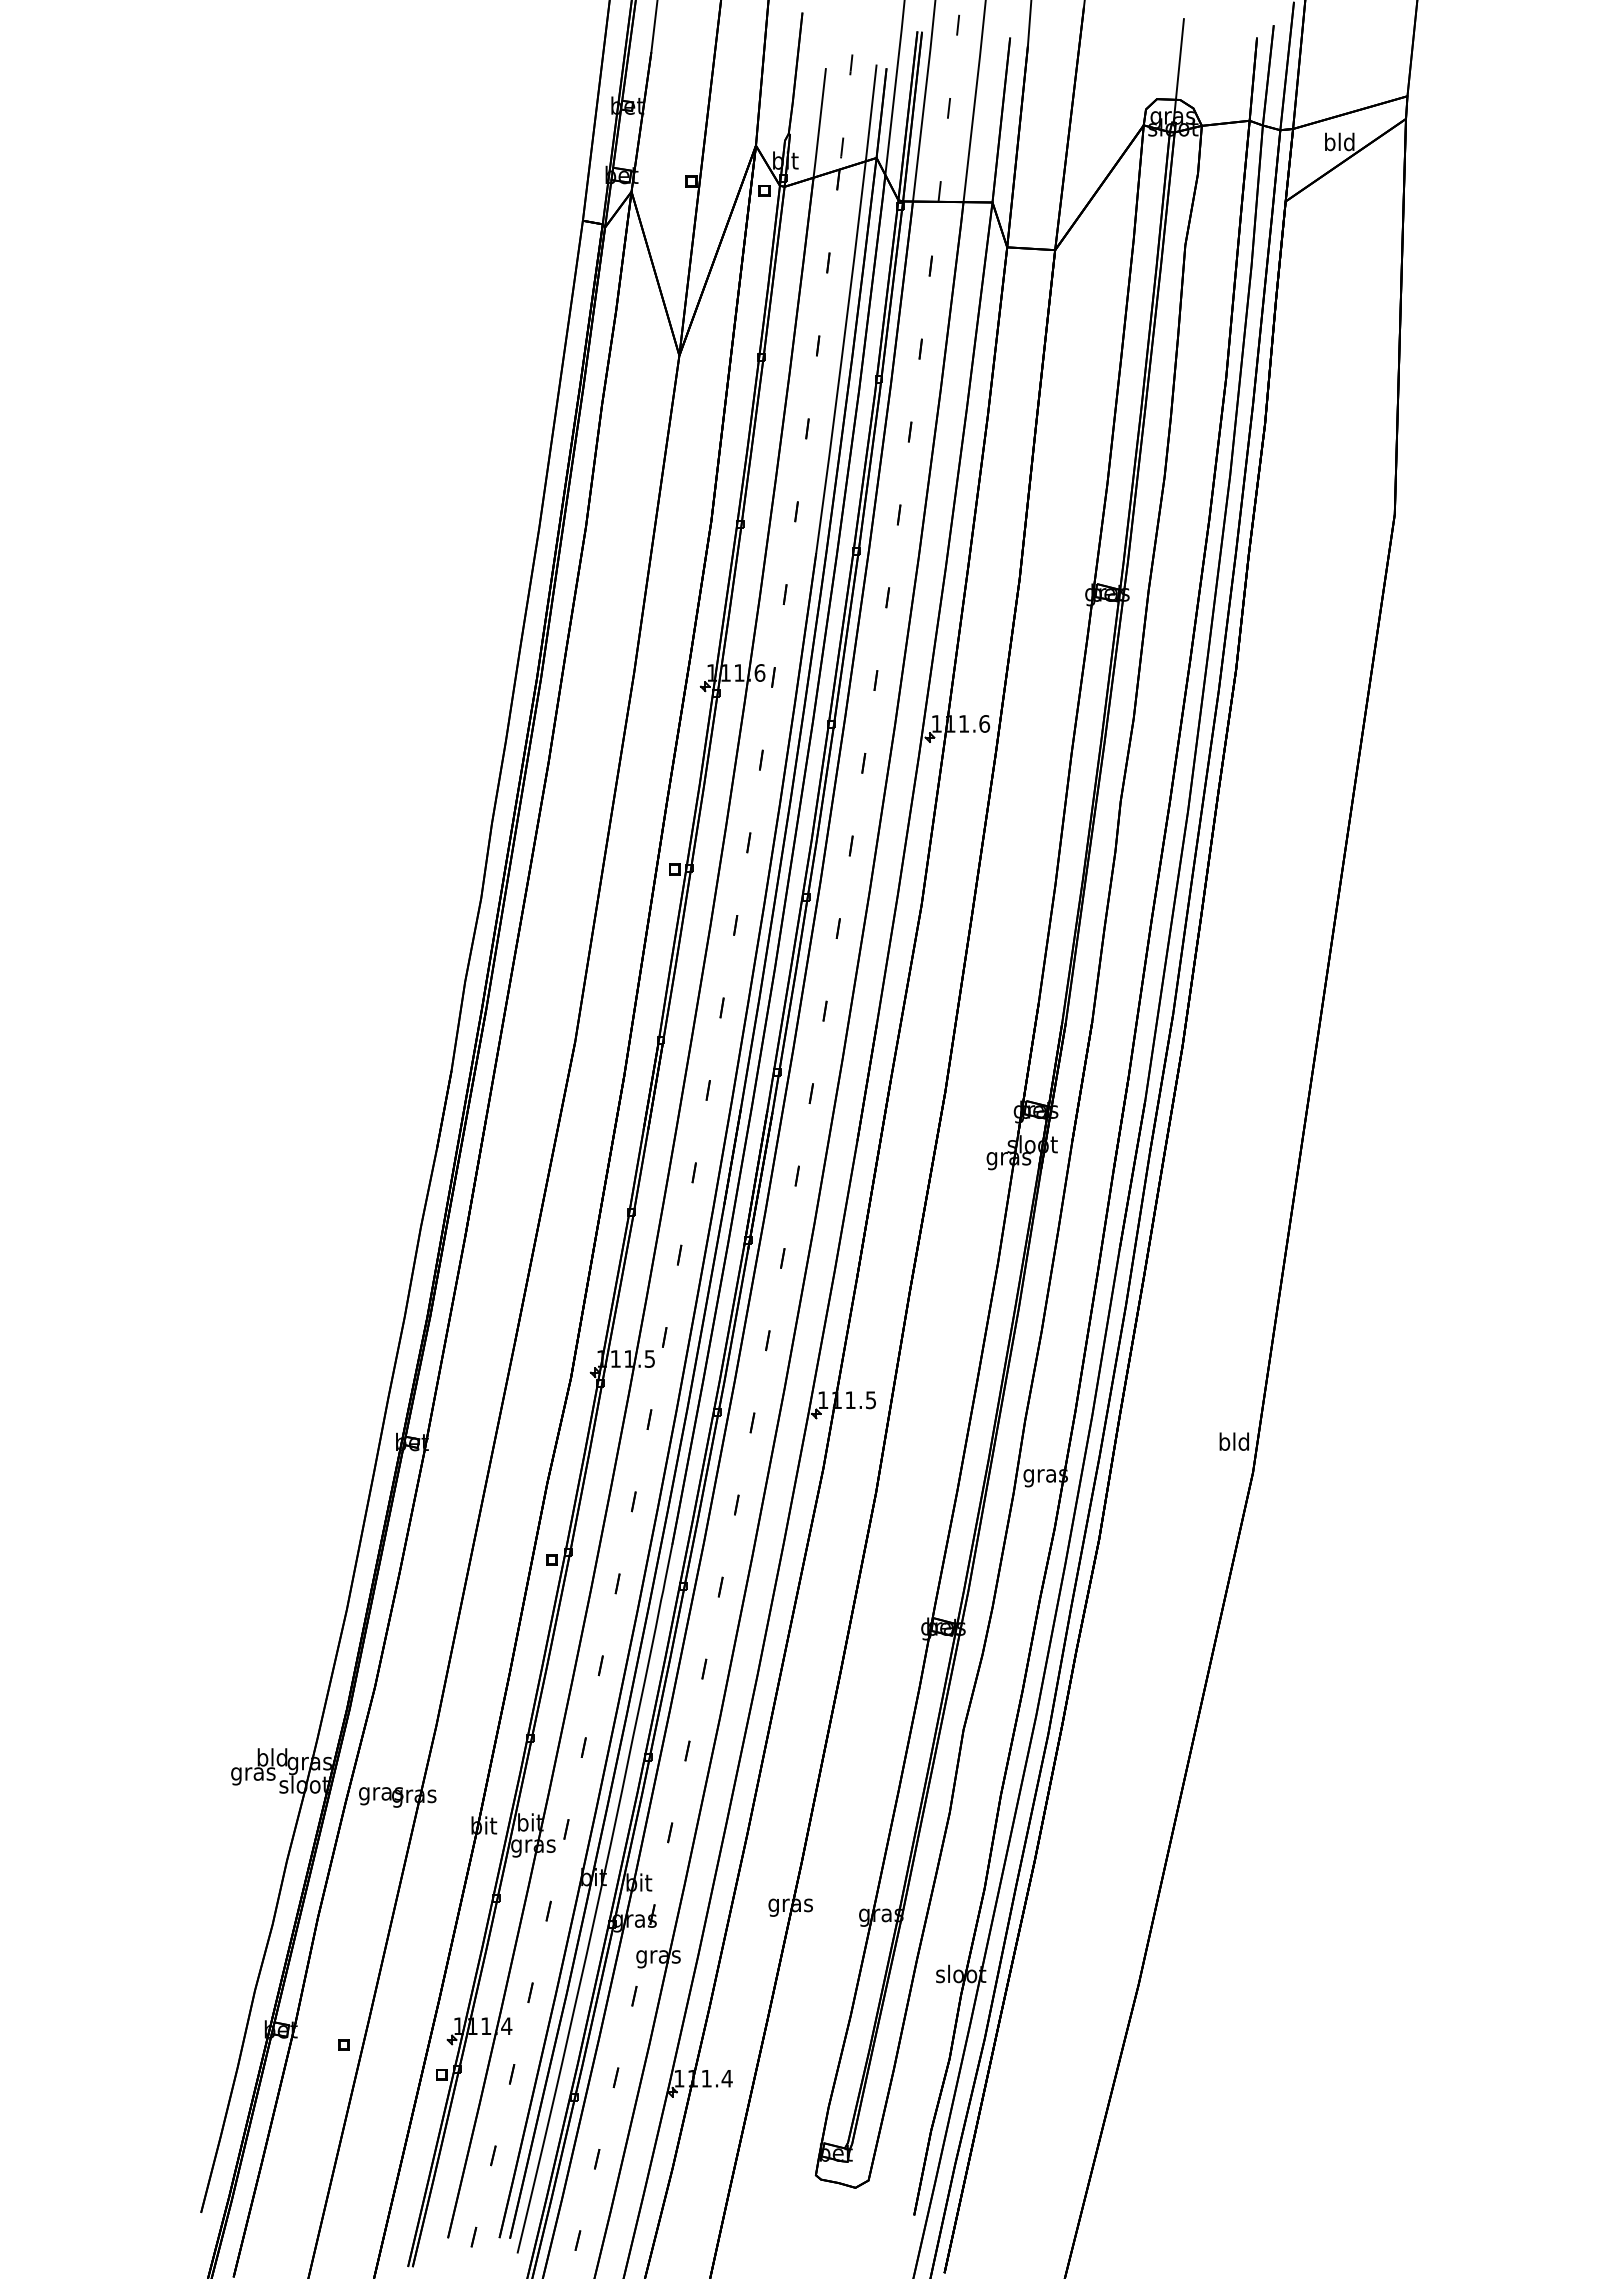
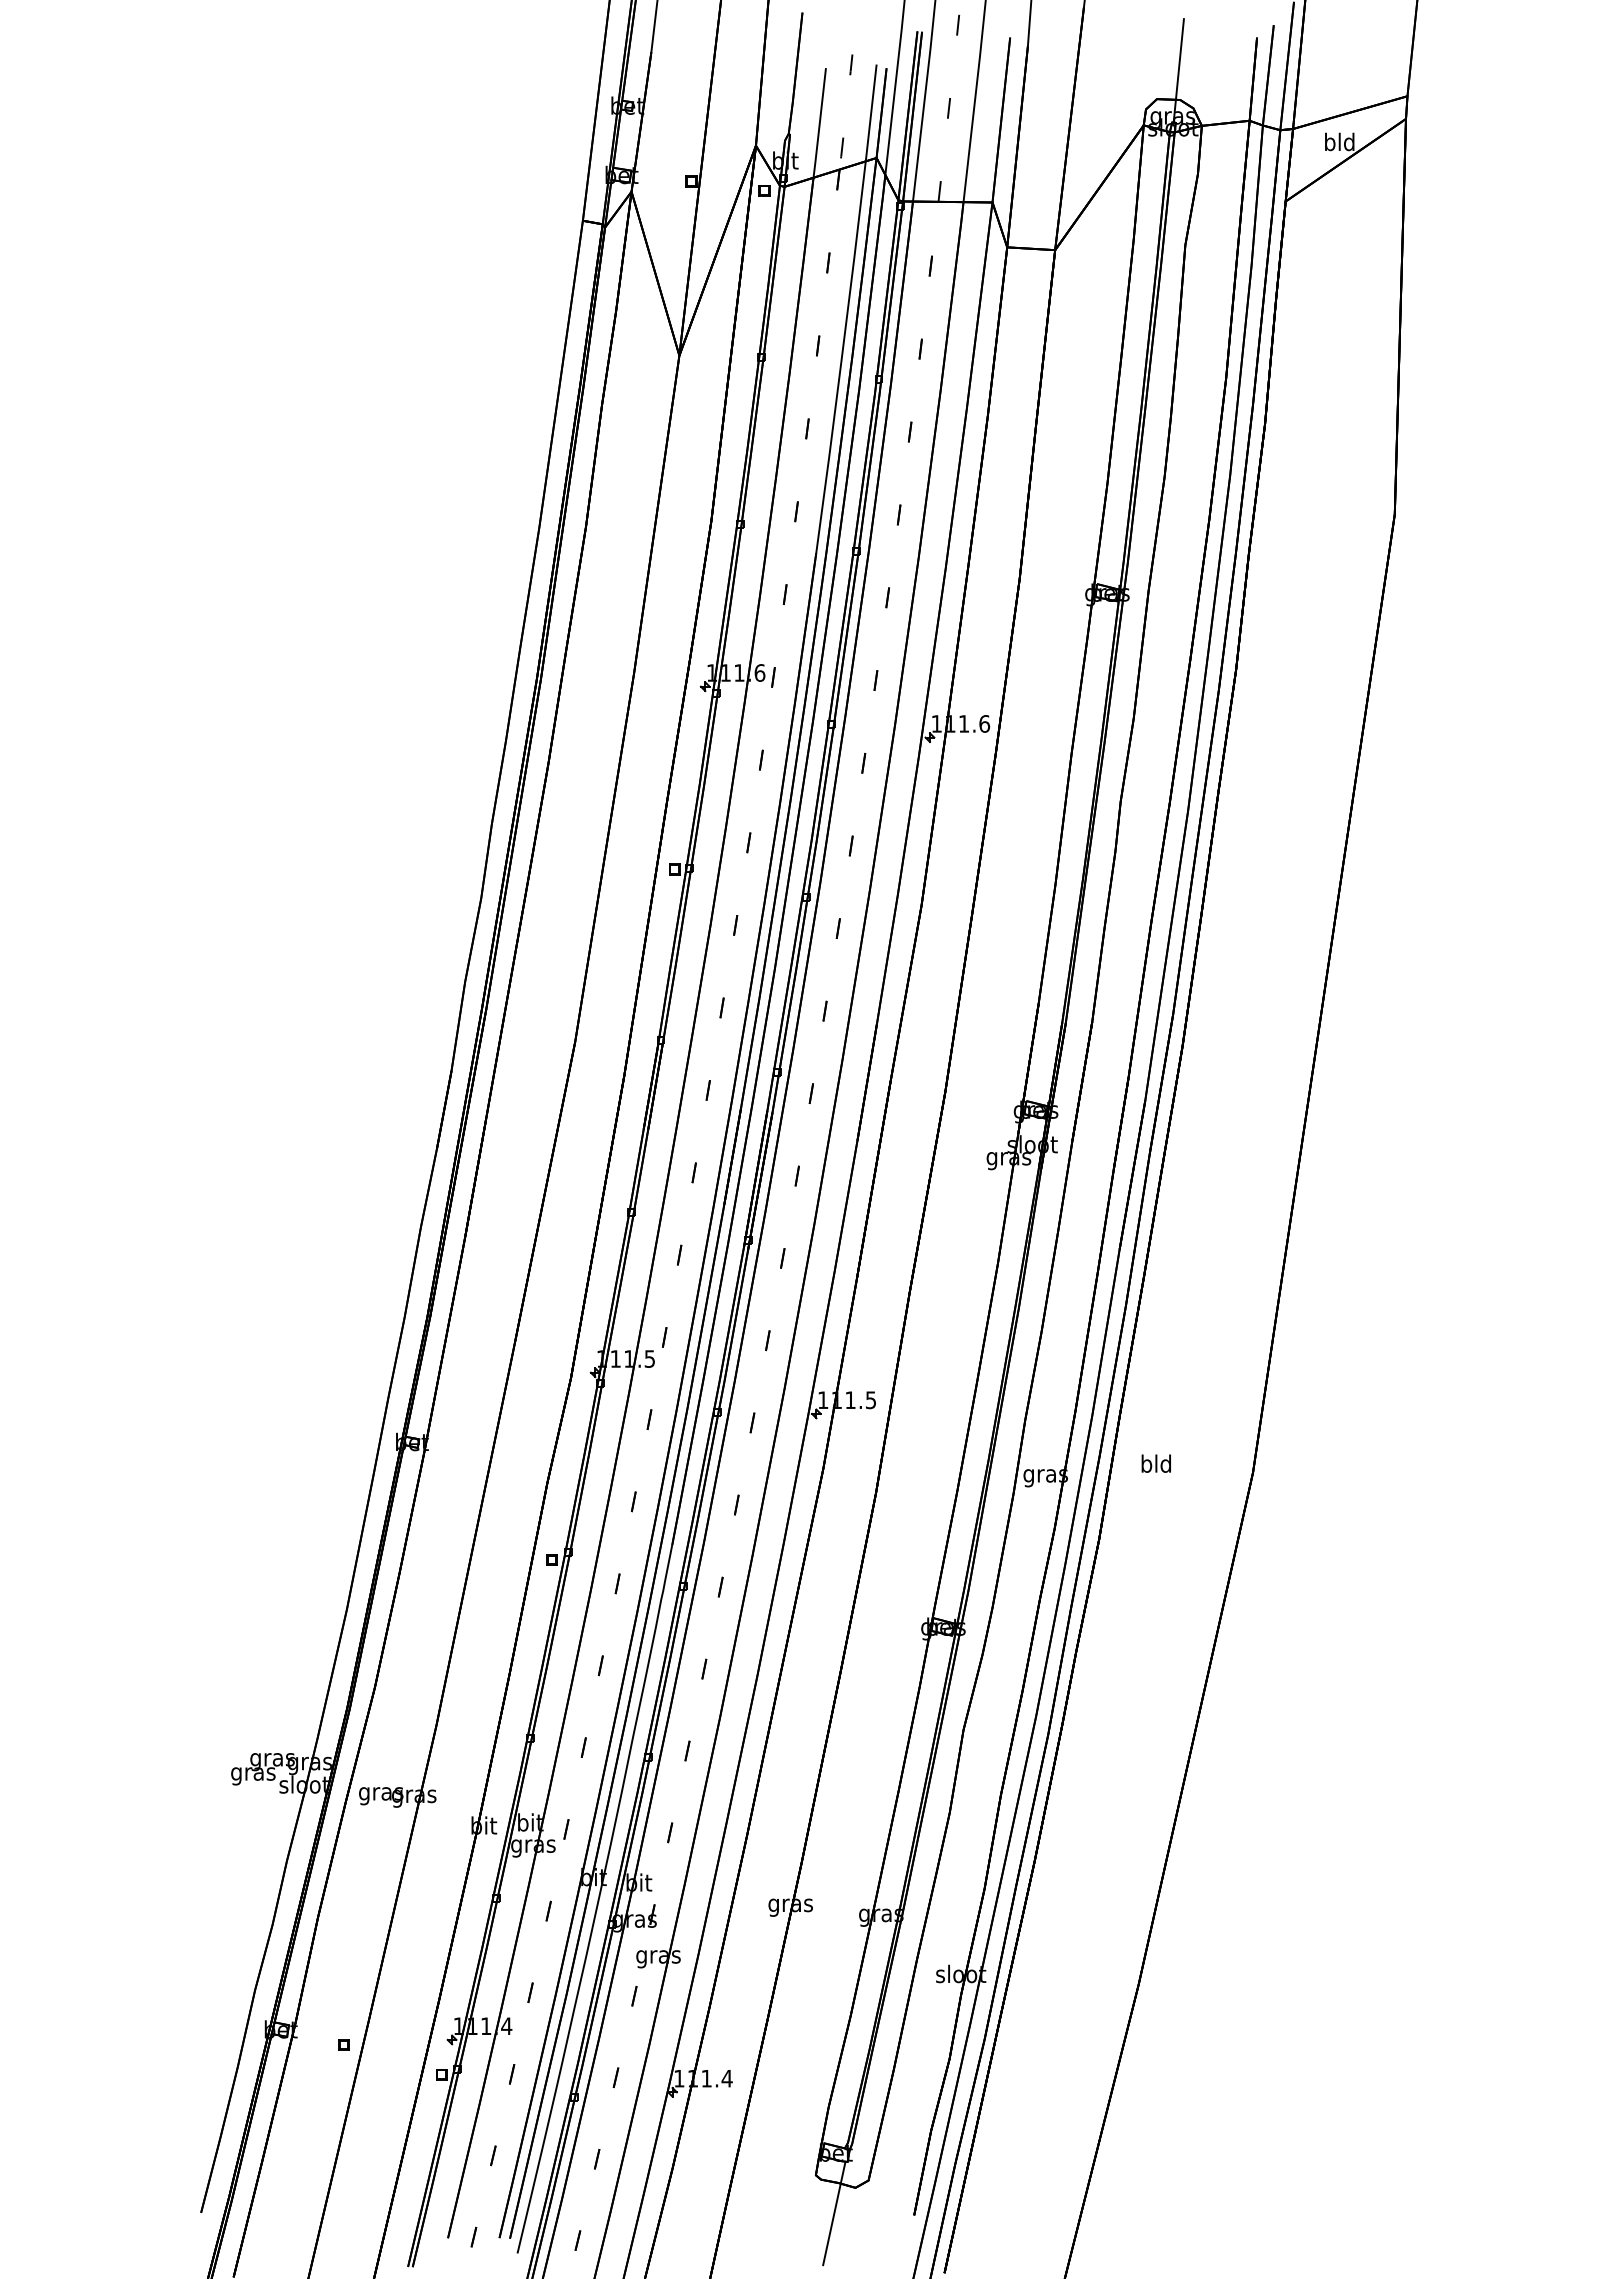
text at (1233, 1441) position: (1233, 1441) -> (1155, 1463)
text at (272, 1759): bld -> gras
line at (834, 2213): none -> present
